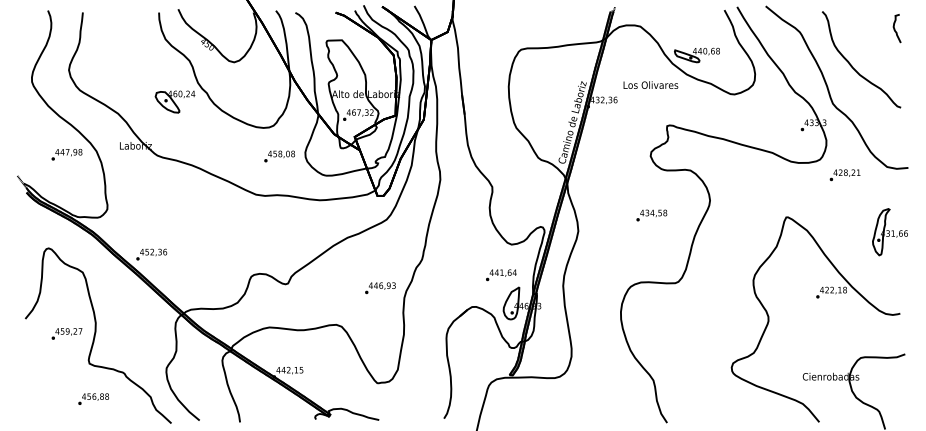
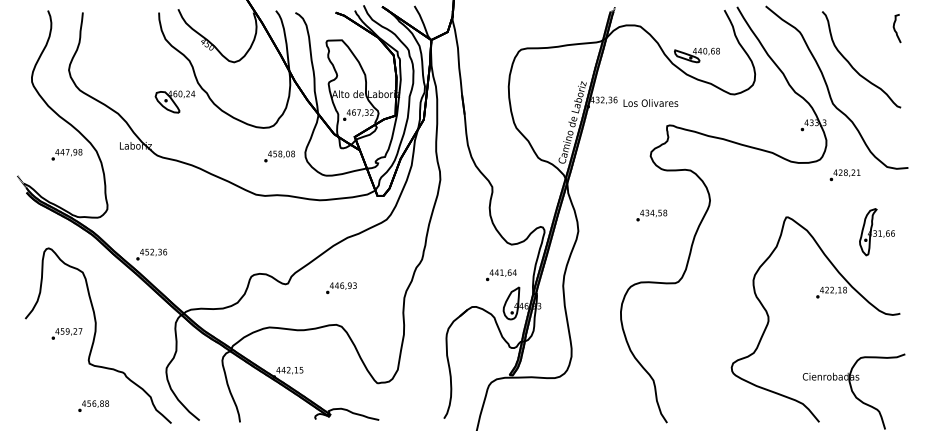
text at (650, 84) position: (650, 84) -> (650, 102)
part at (889, 232) position: (889, 232) -> (876, 232)
text at (380, 288) position: (380, 288) -> (341, 288)
text at (93, 398) position: (93, 398) -> (93, 405)
